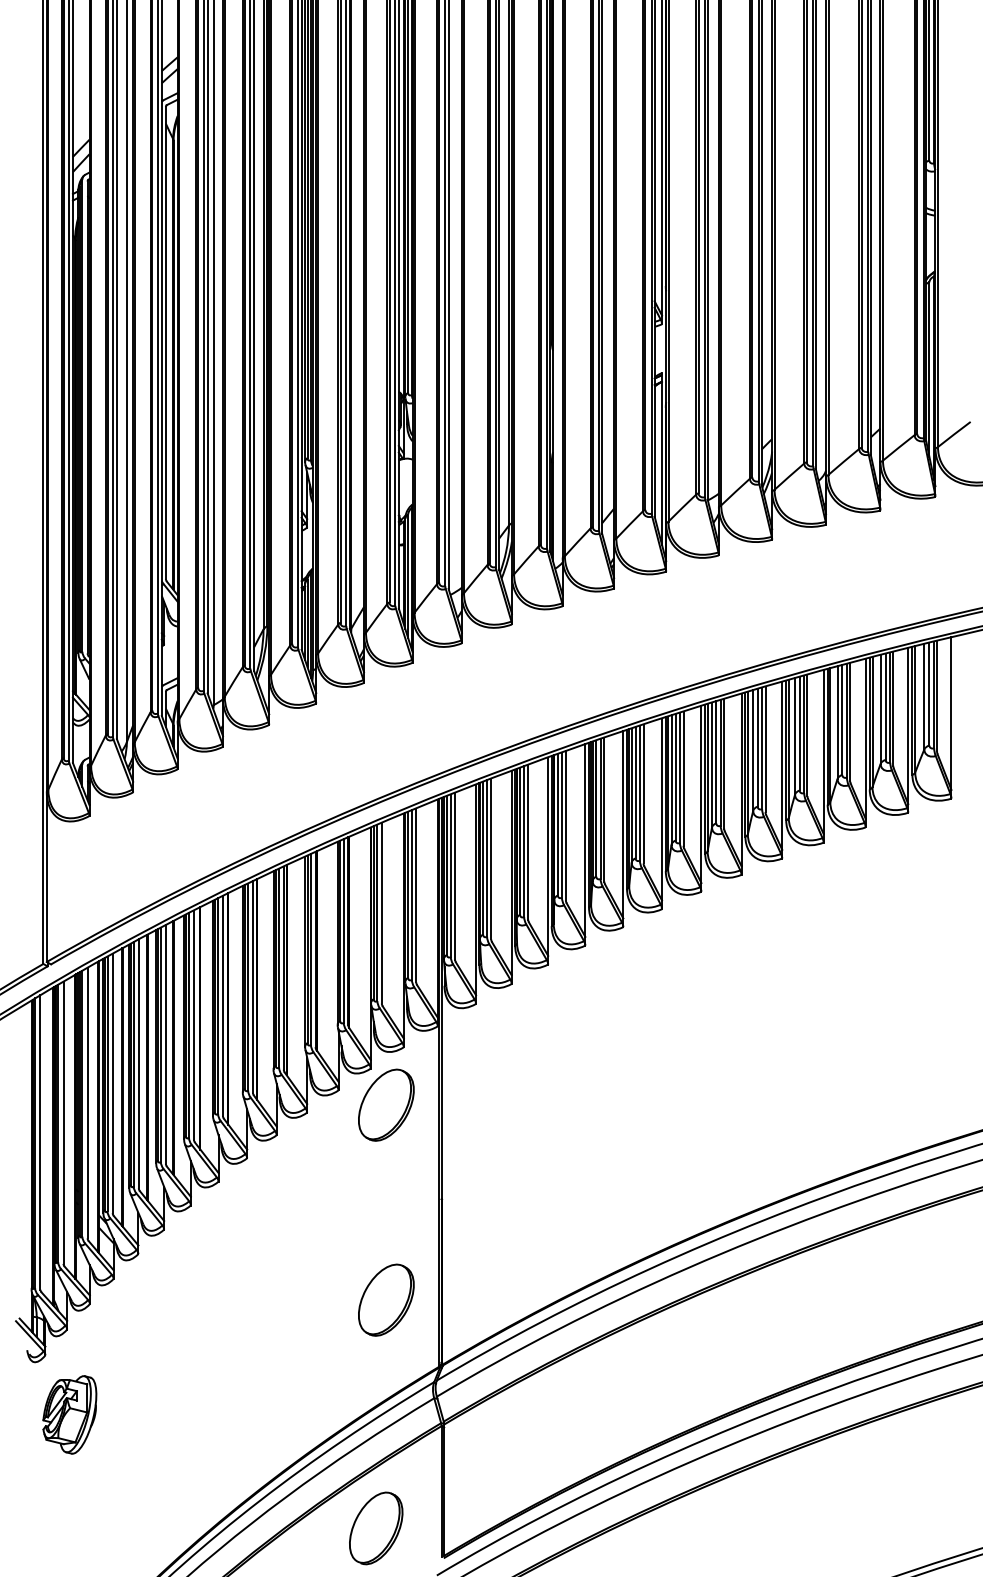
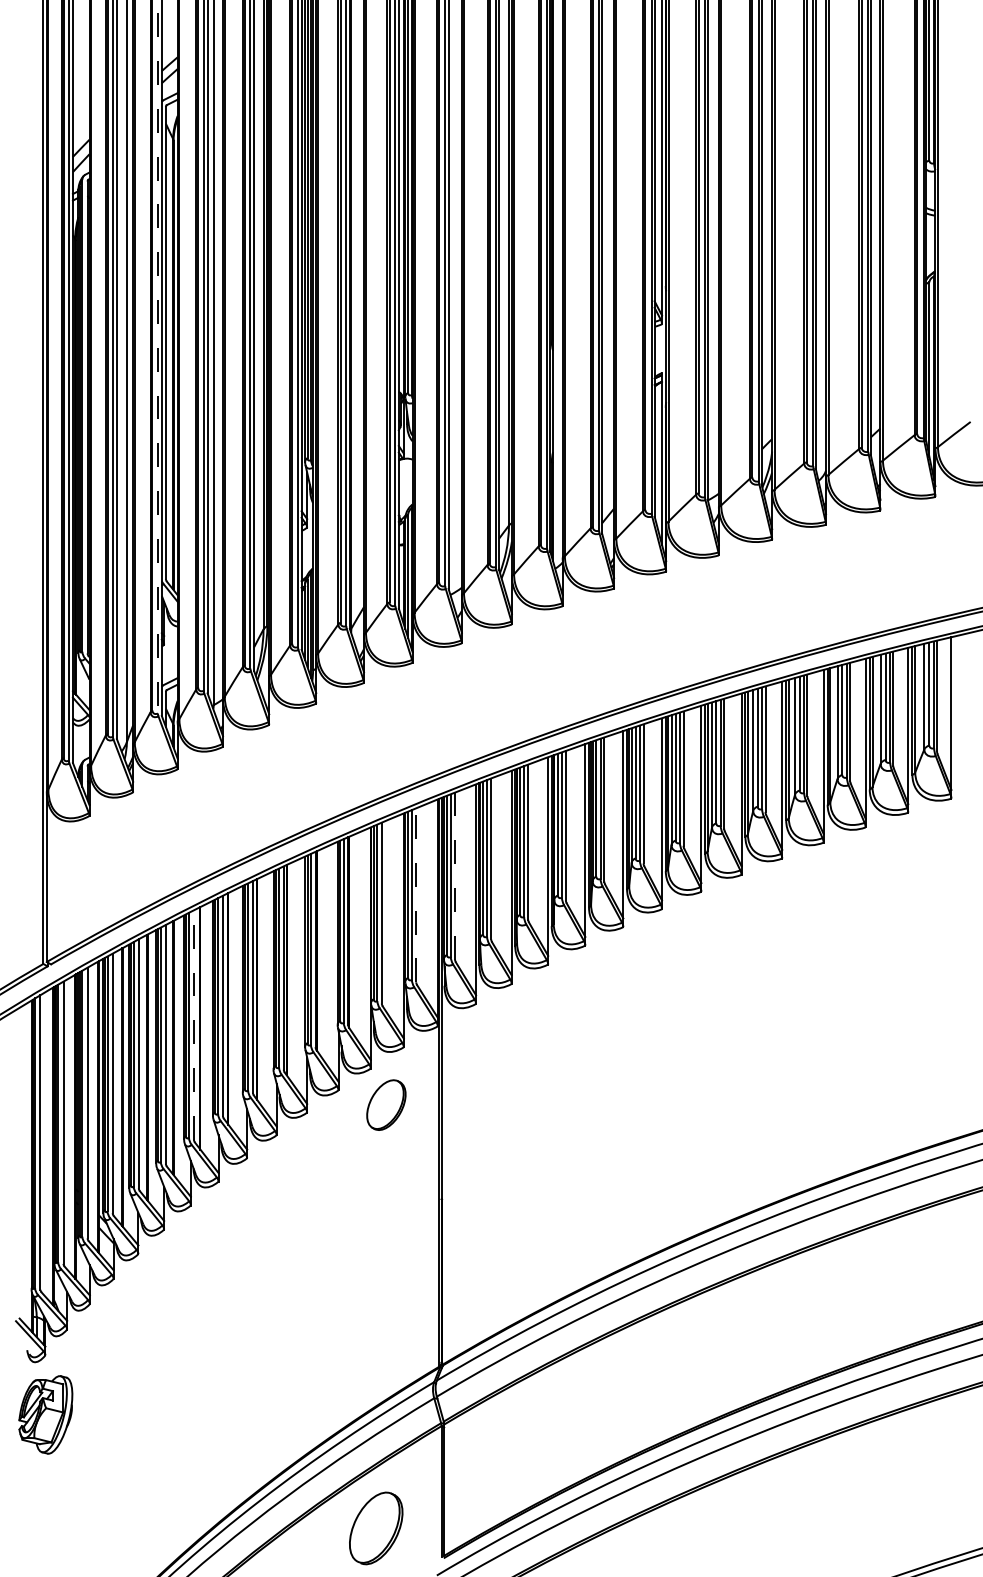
line at (157, 357): solid -> dashed
line at (455, 875): solid -> dashed
line at (416, 895): solid -> dashed
line at (193, 1025): solid -> dashed
part at (386, 1104) size: 57x74 px -> 41x52 px
part at (386, 1299): present -> none
part at (69, 1414) position: (69, 1414) -> (45, 1414)
